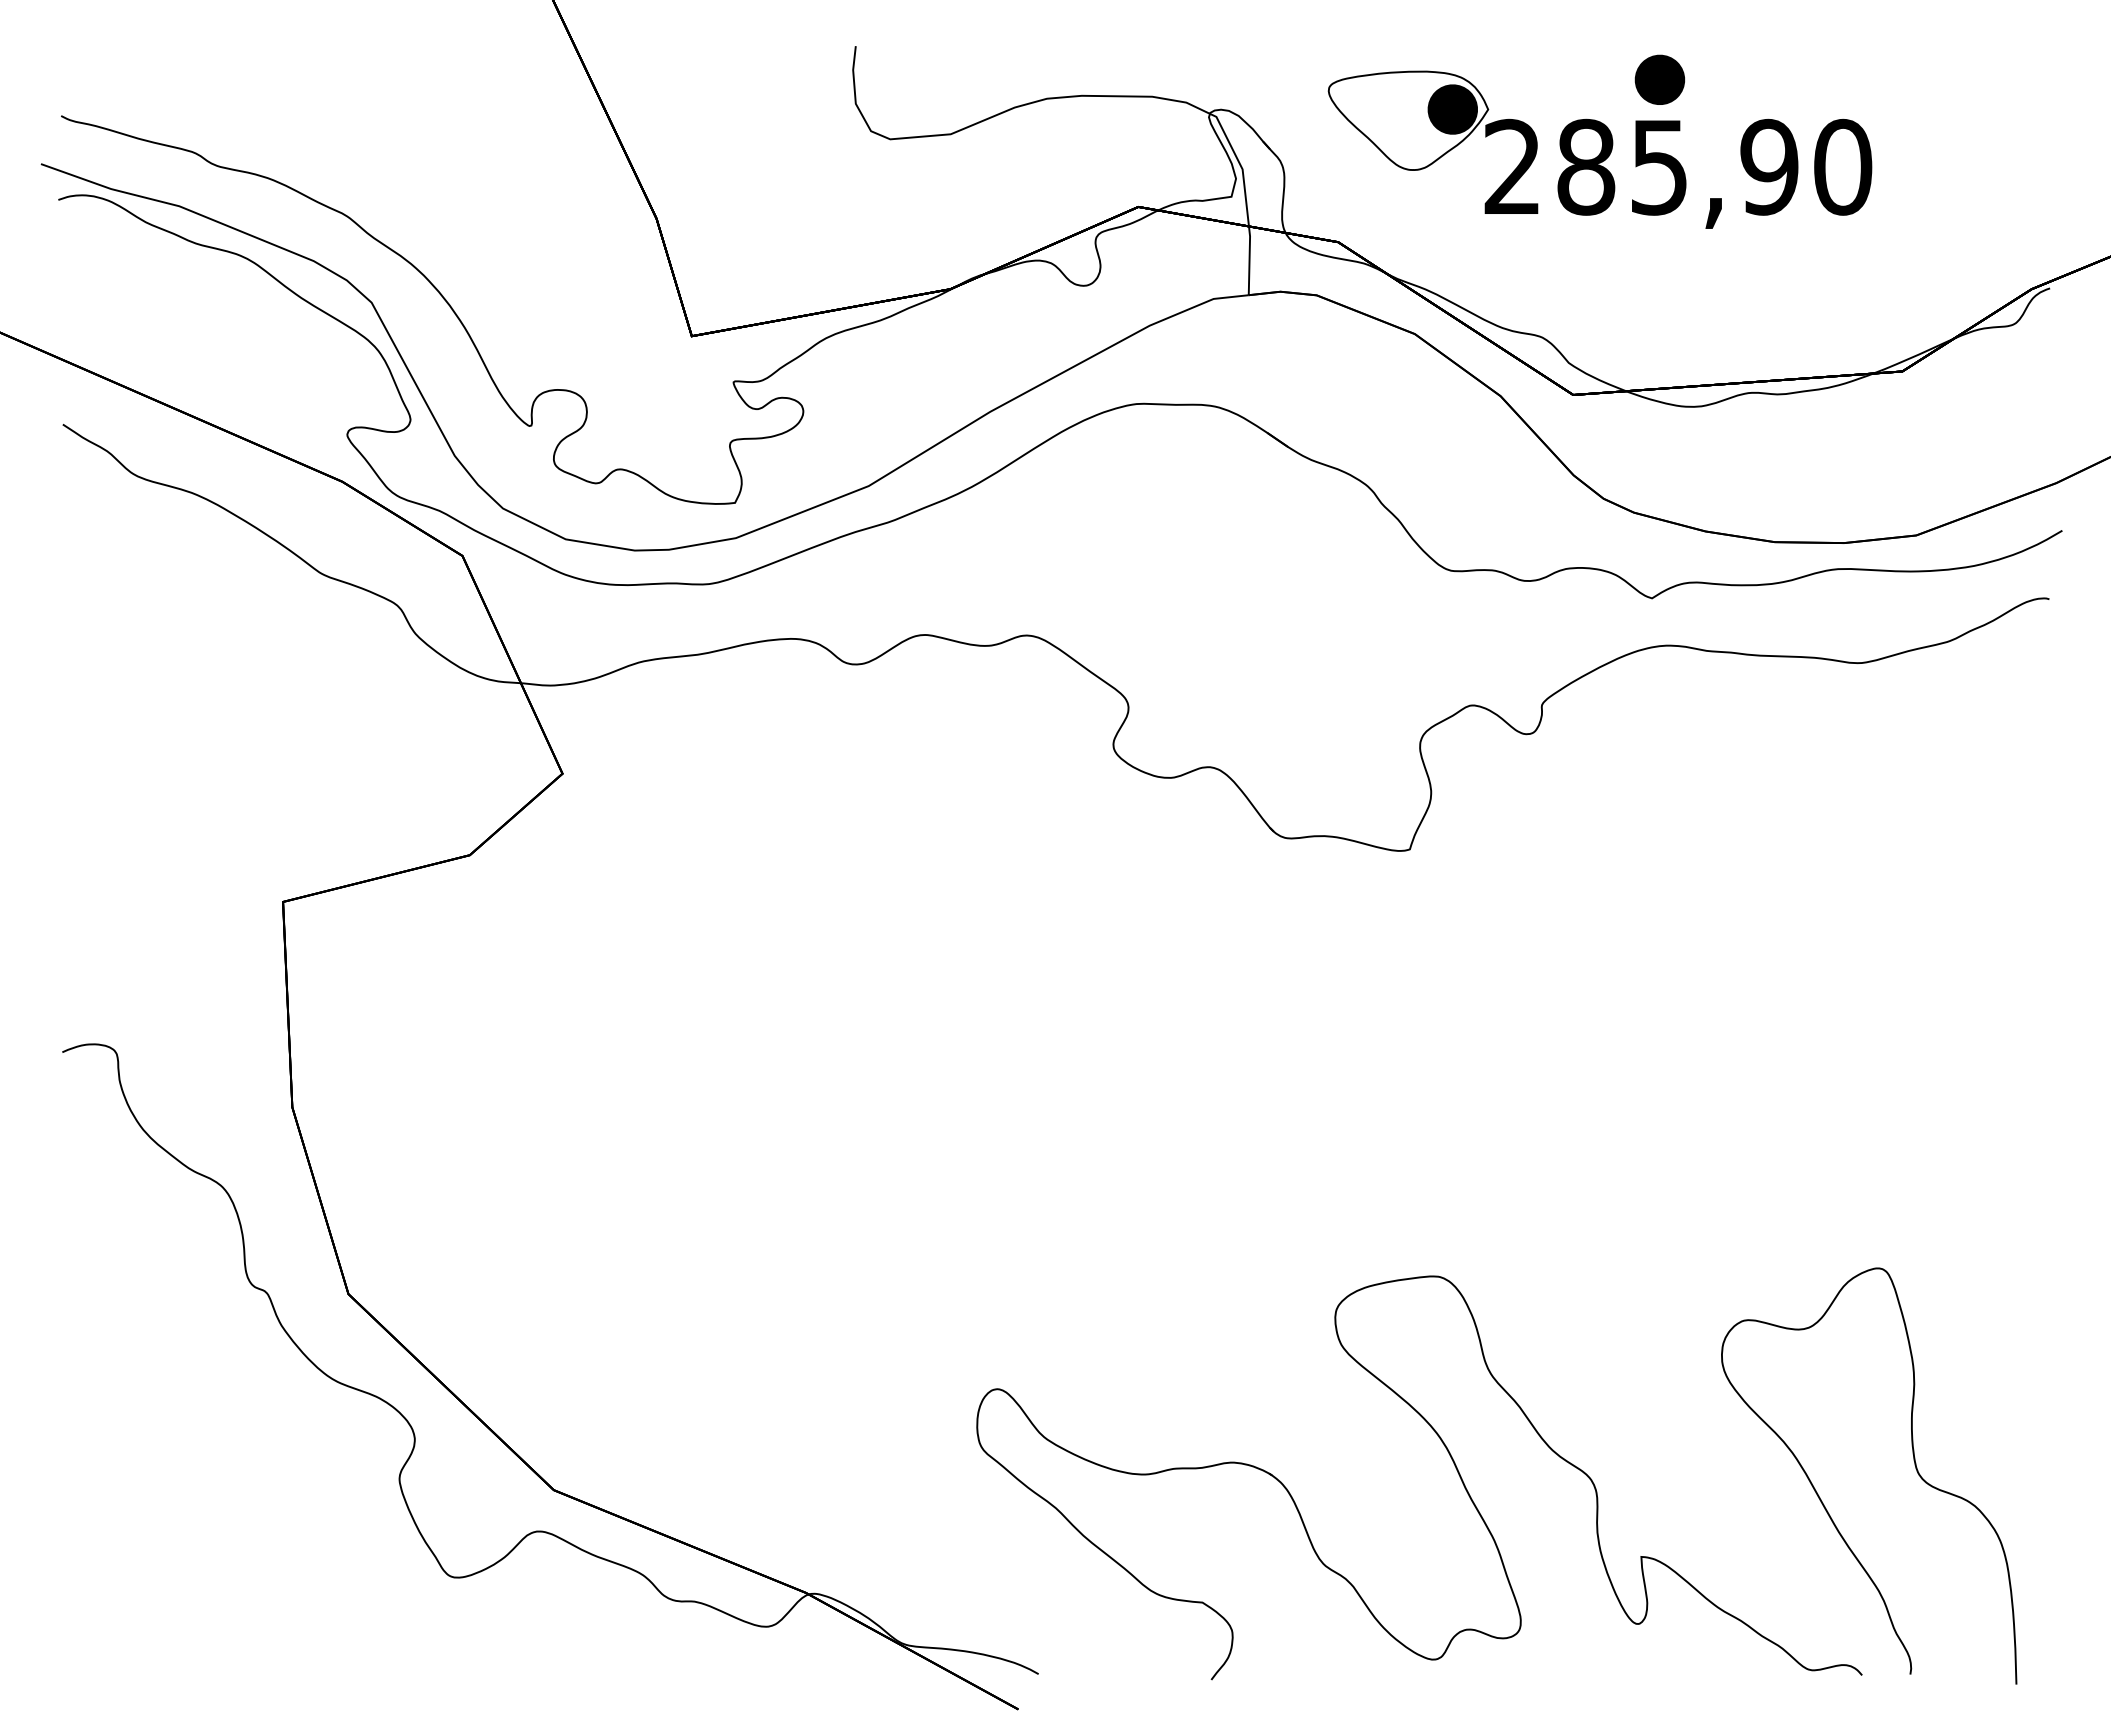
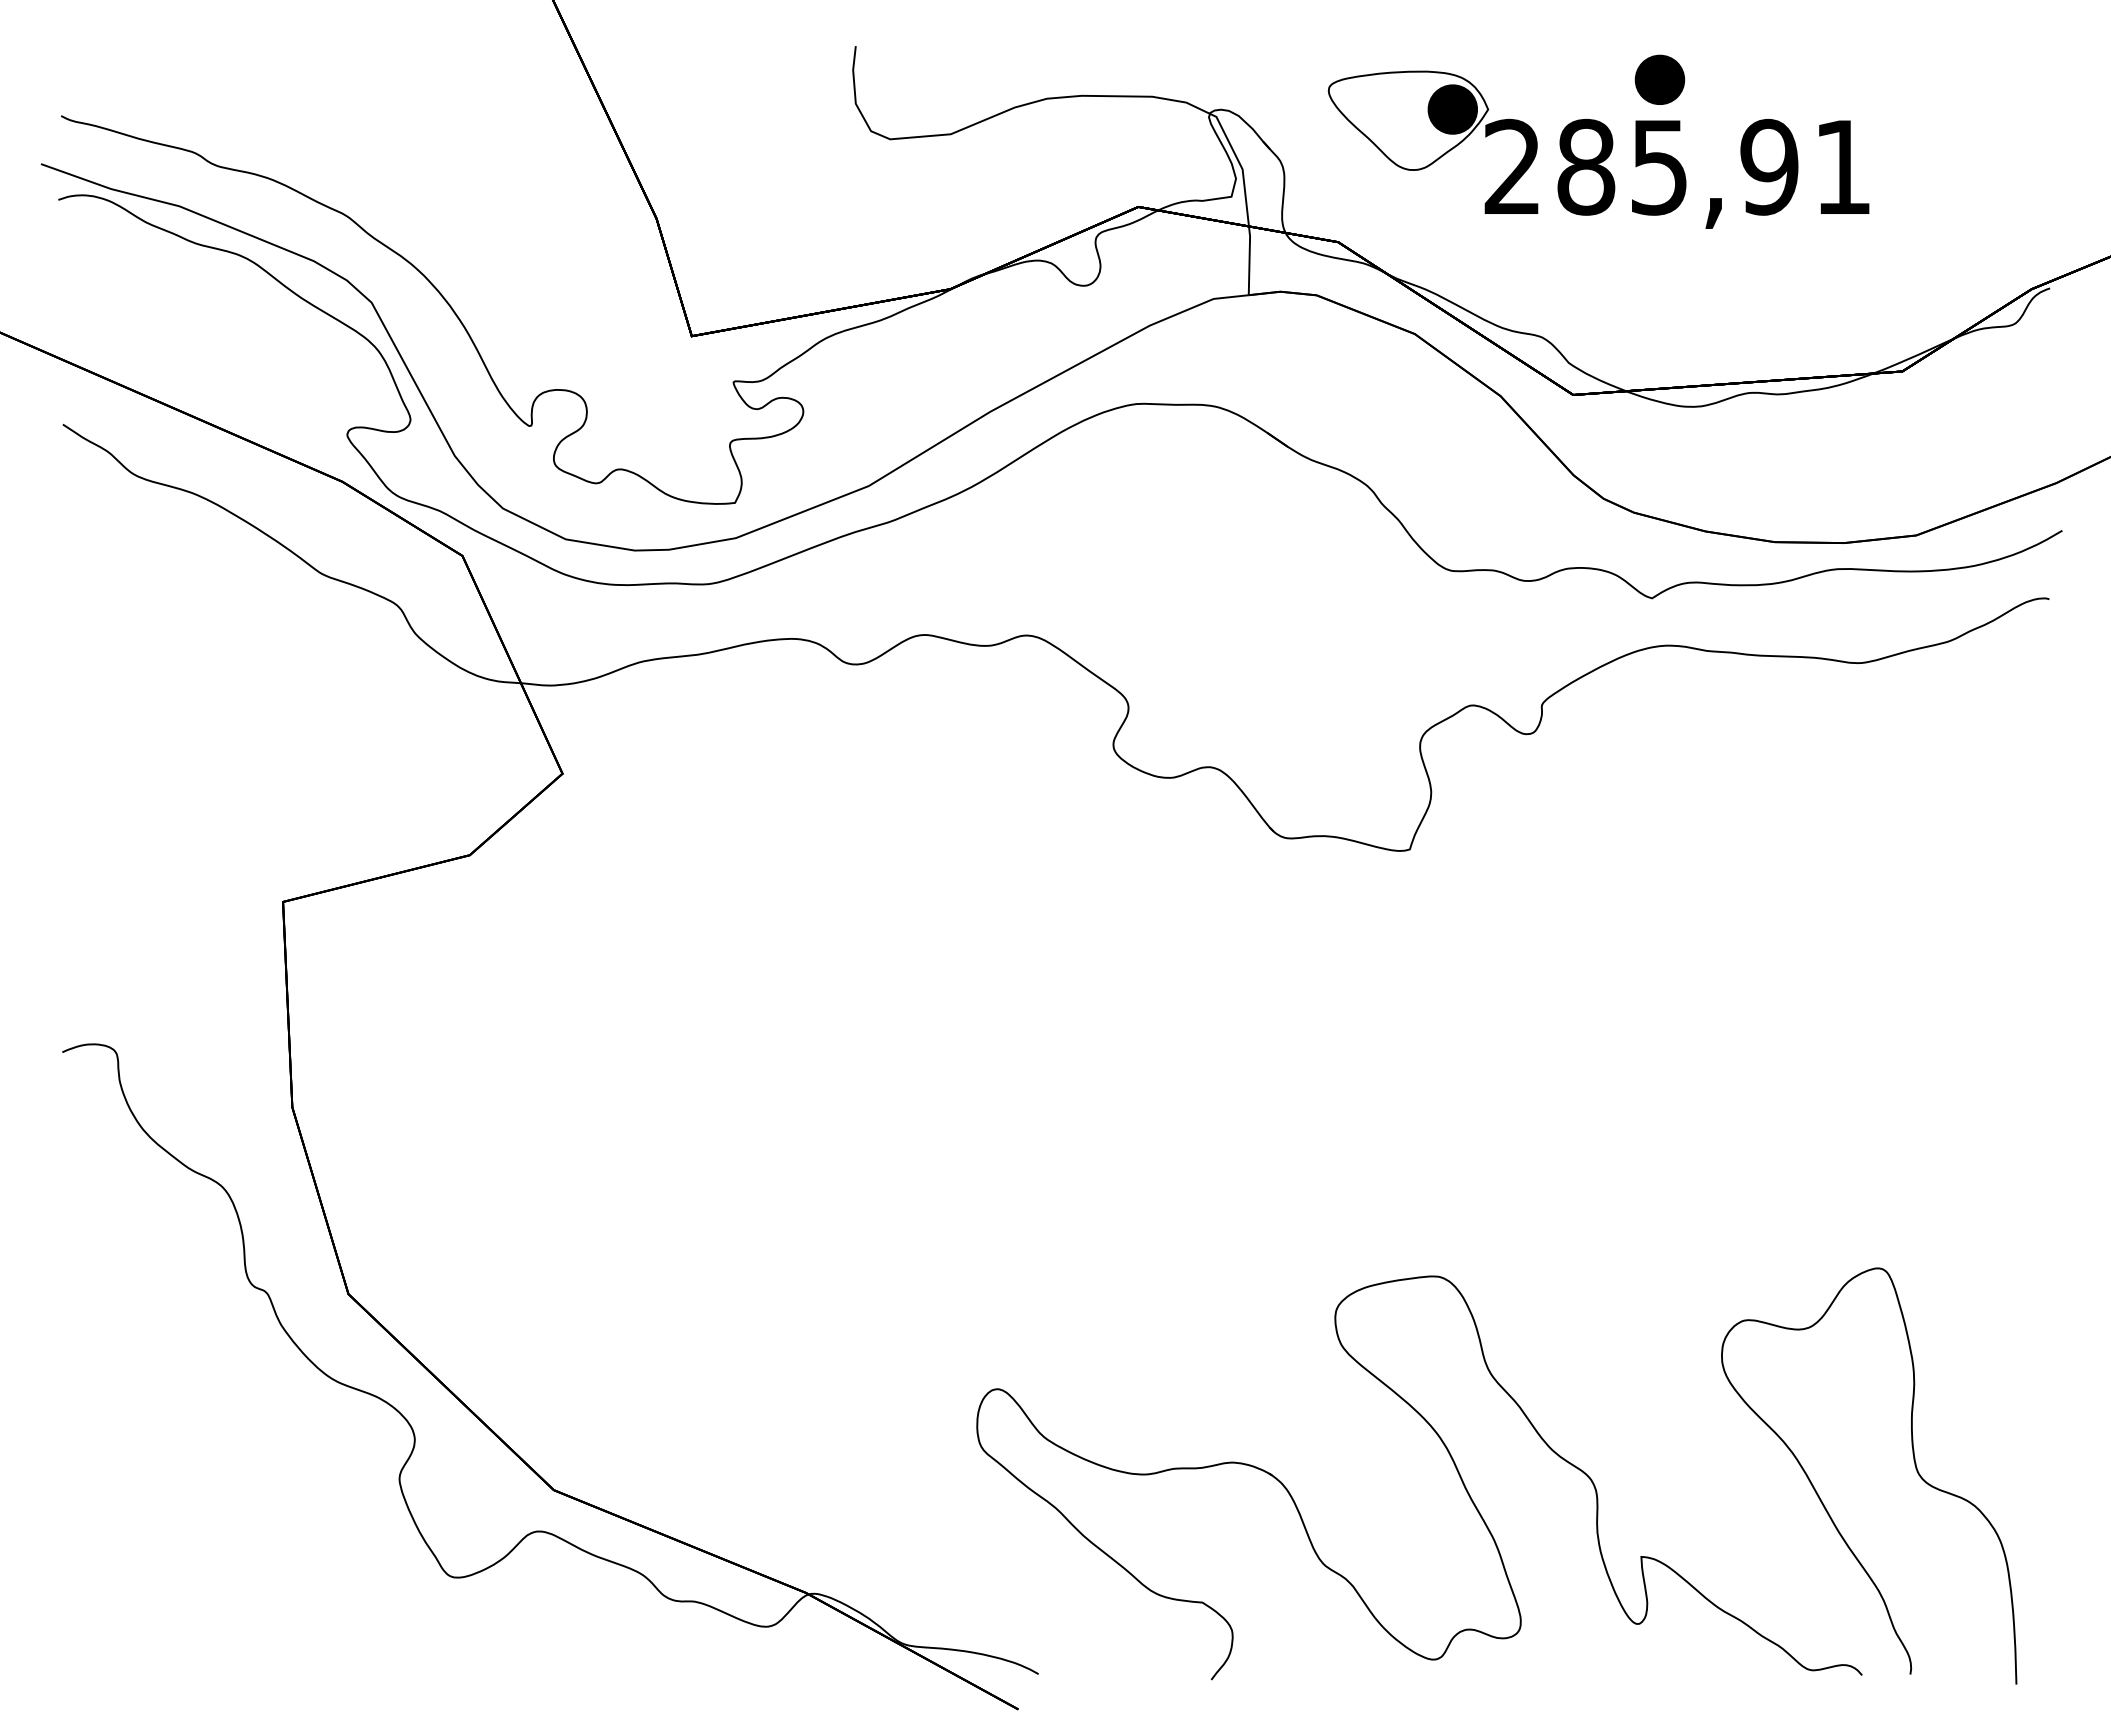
text at (1843, 166): 285,90 -> 285,91
